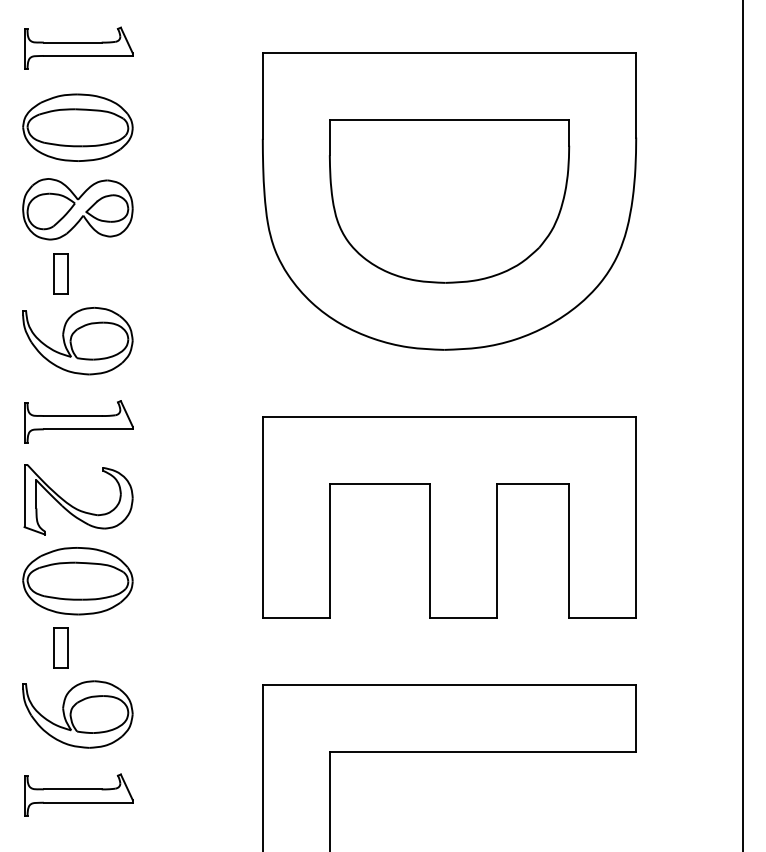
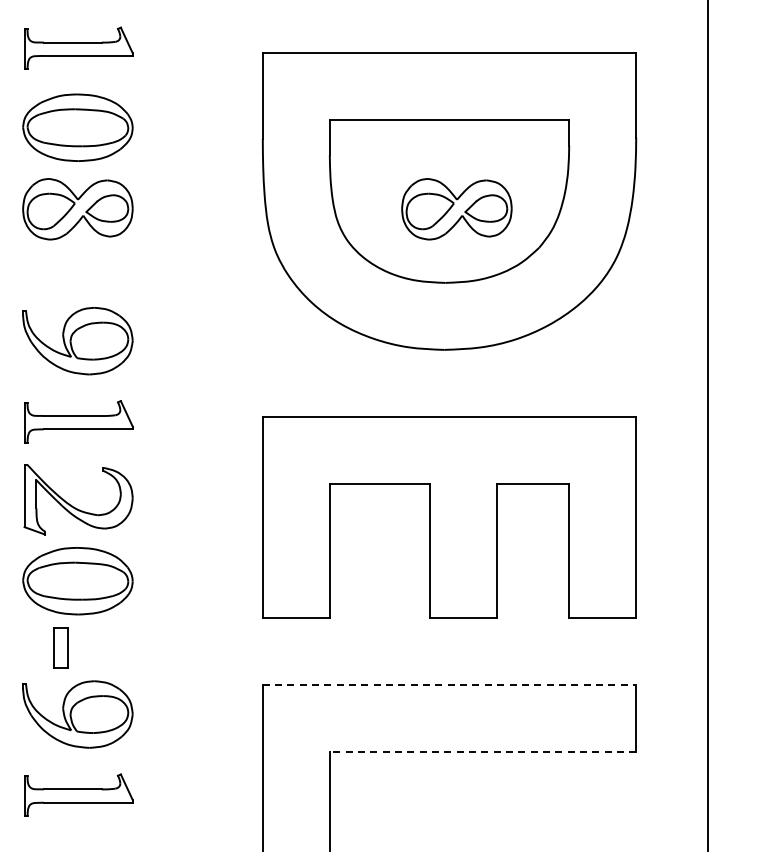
part at (456, 209): none -> present
part at (60, 273): present -> none
line at (742, 425) position: (742, 425) -> (707, 425)
line at (449, 685): solid -> dashed
line at (482, 752): solid -> dashed
